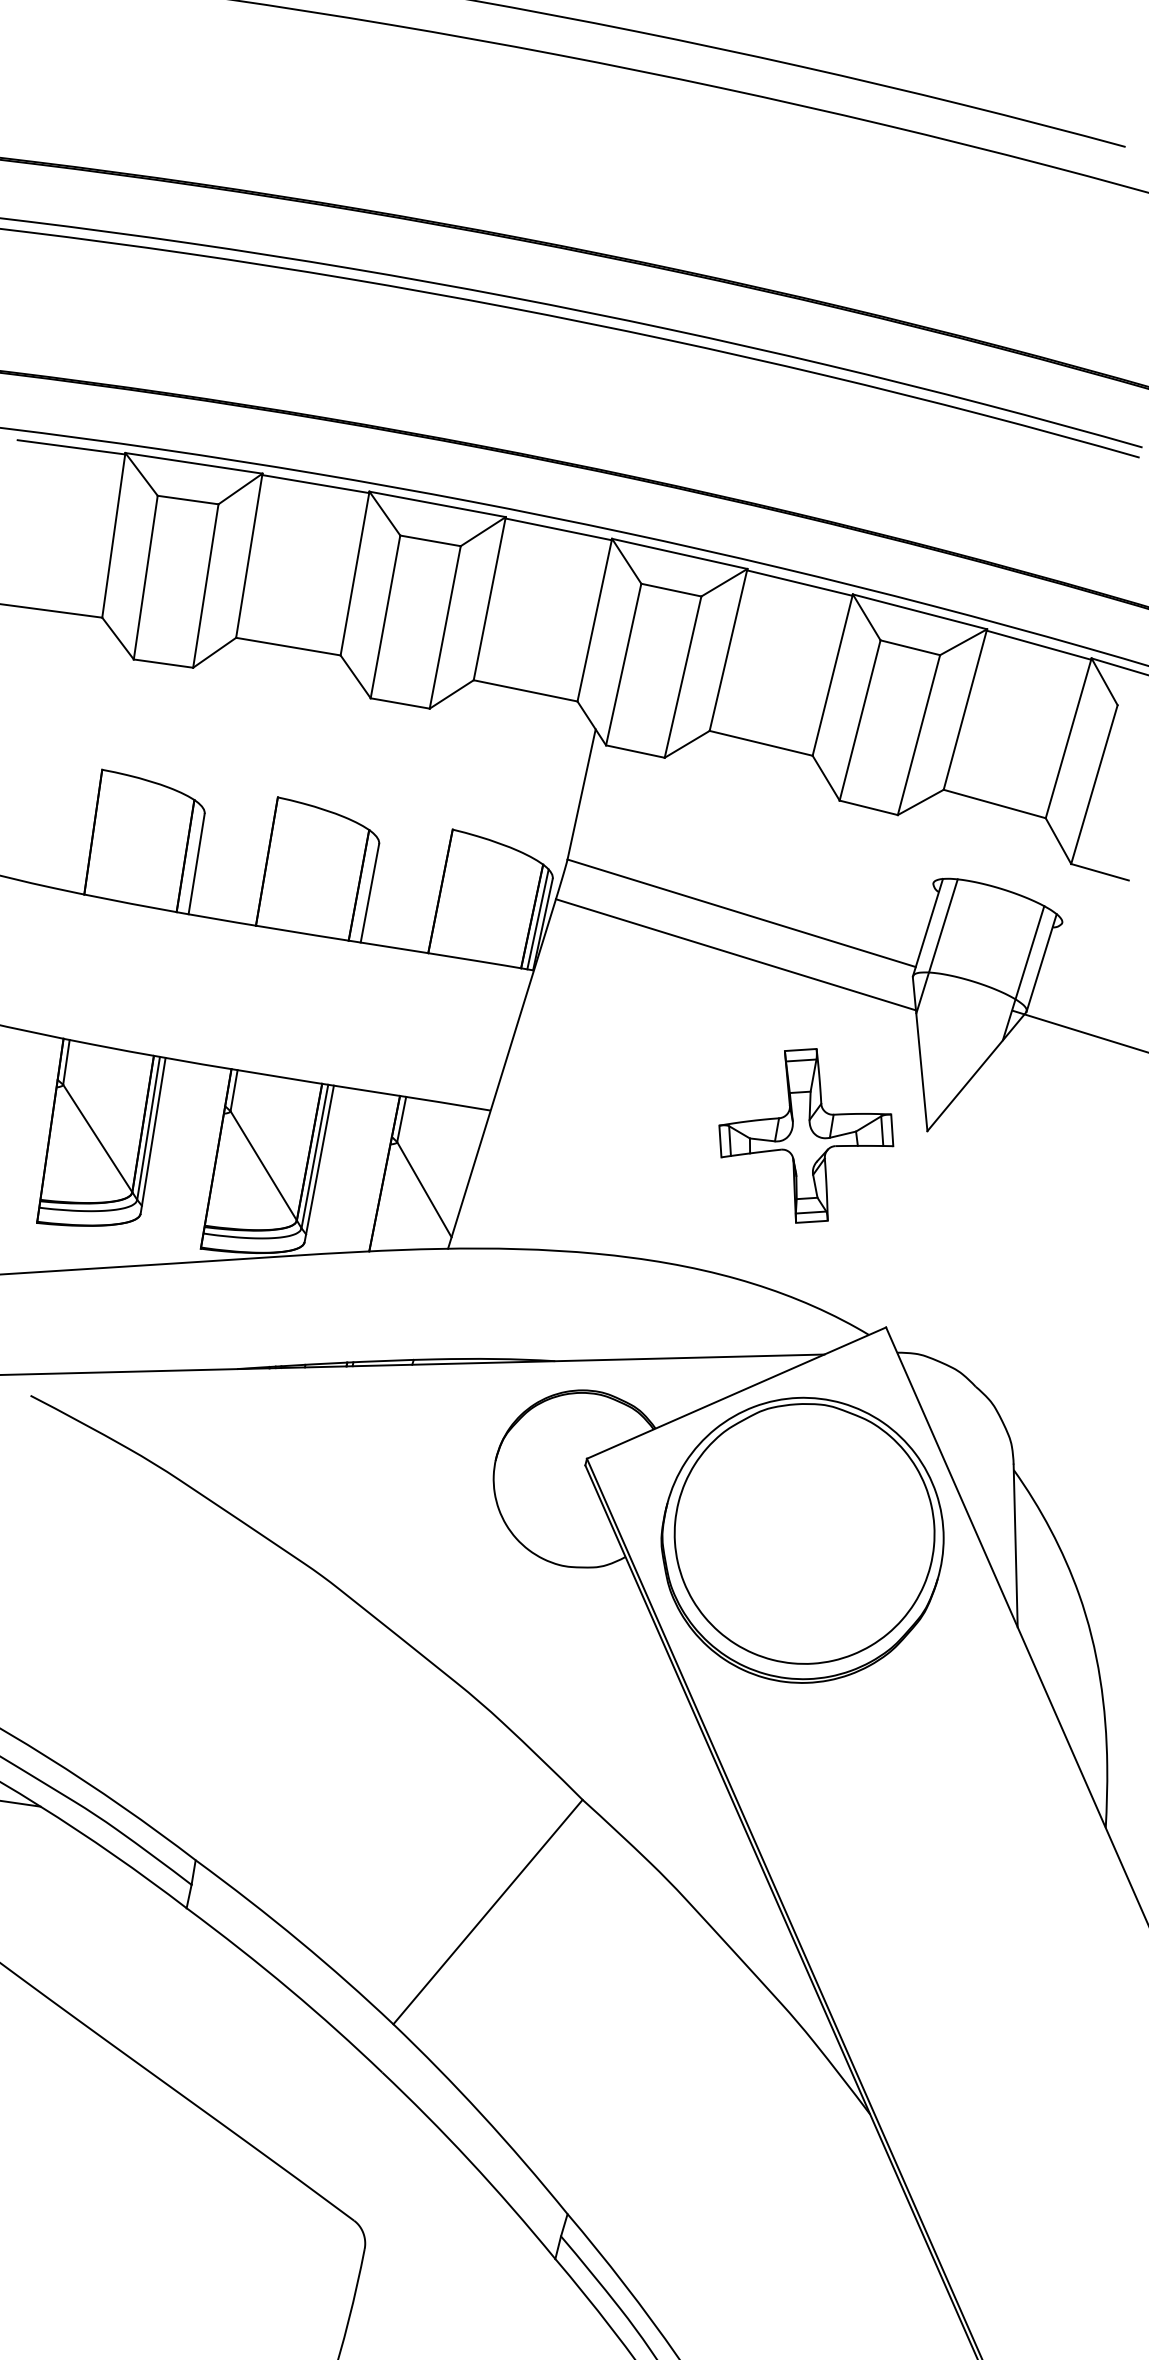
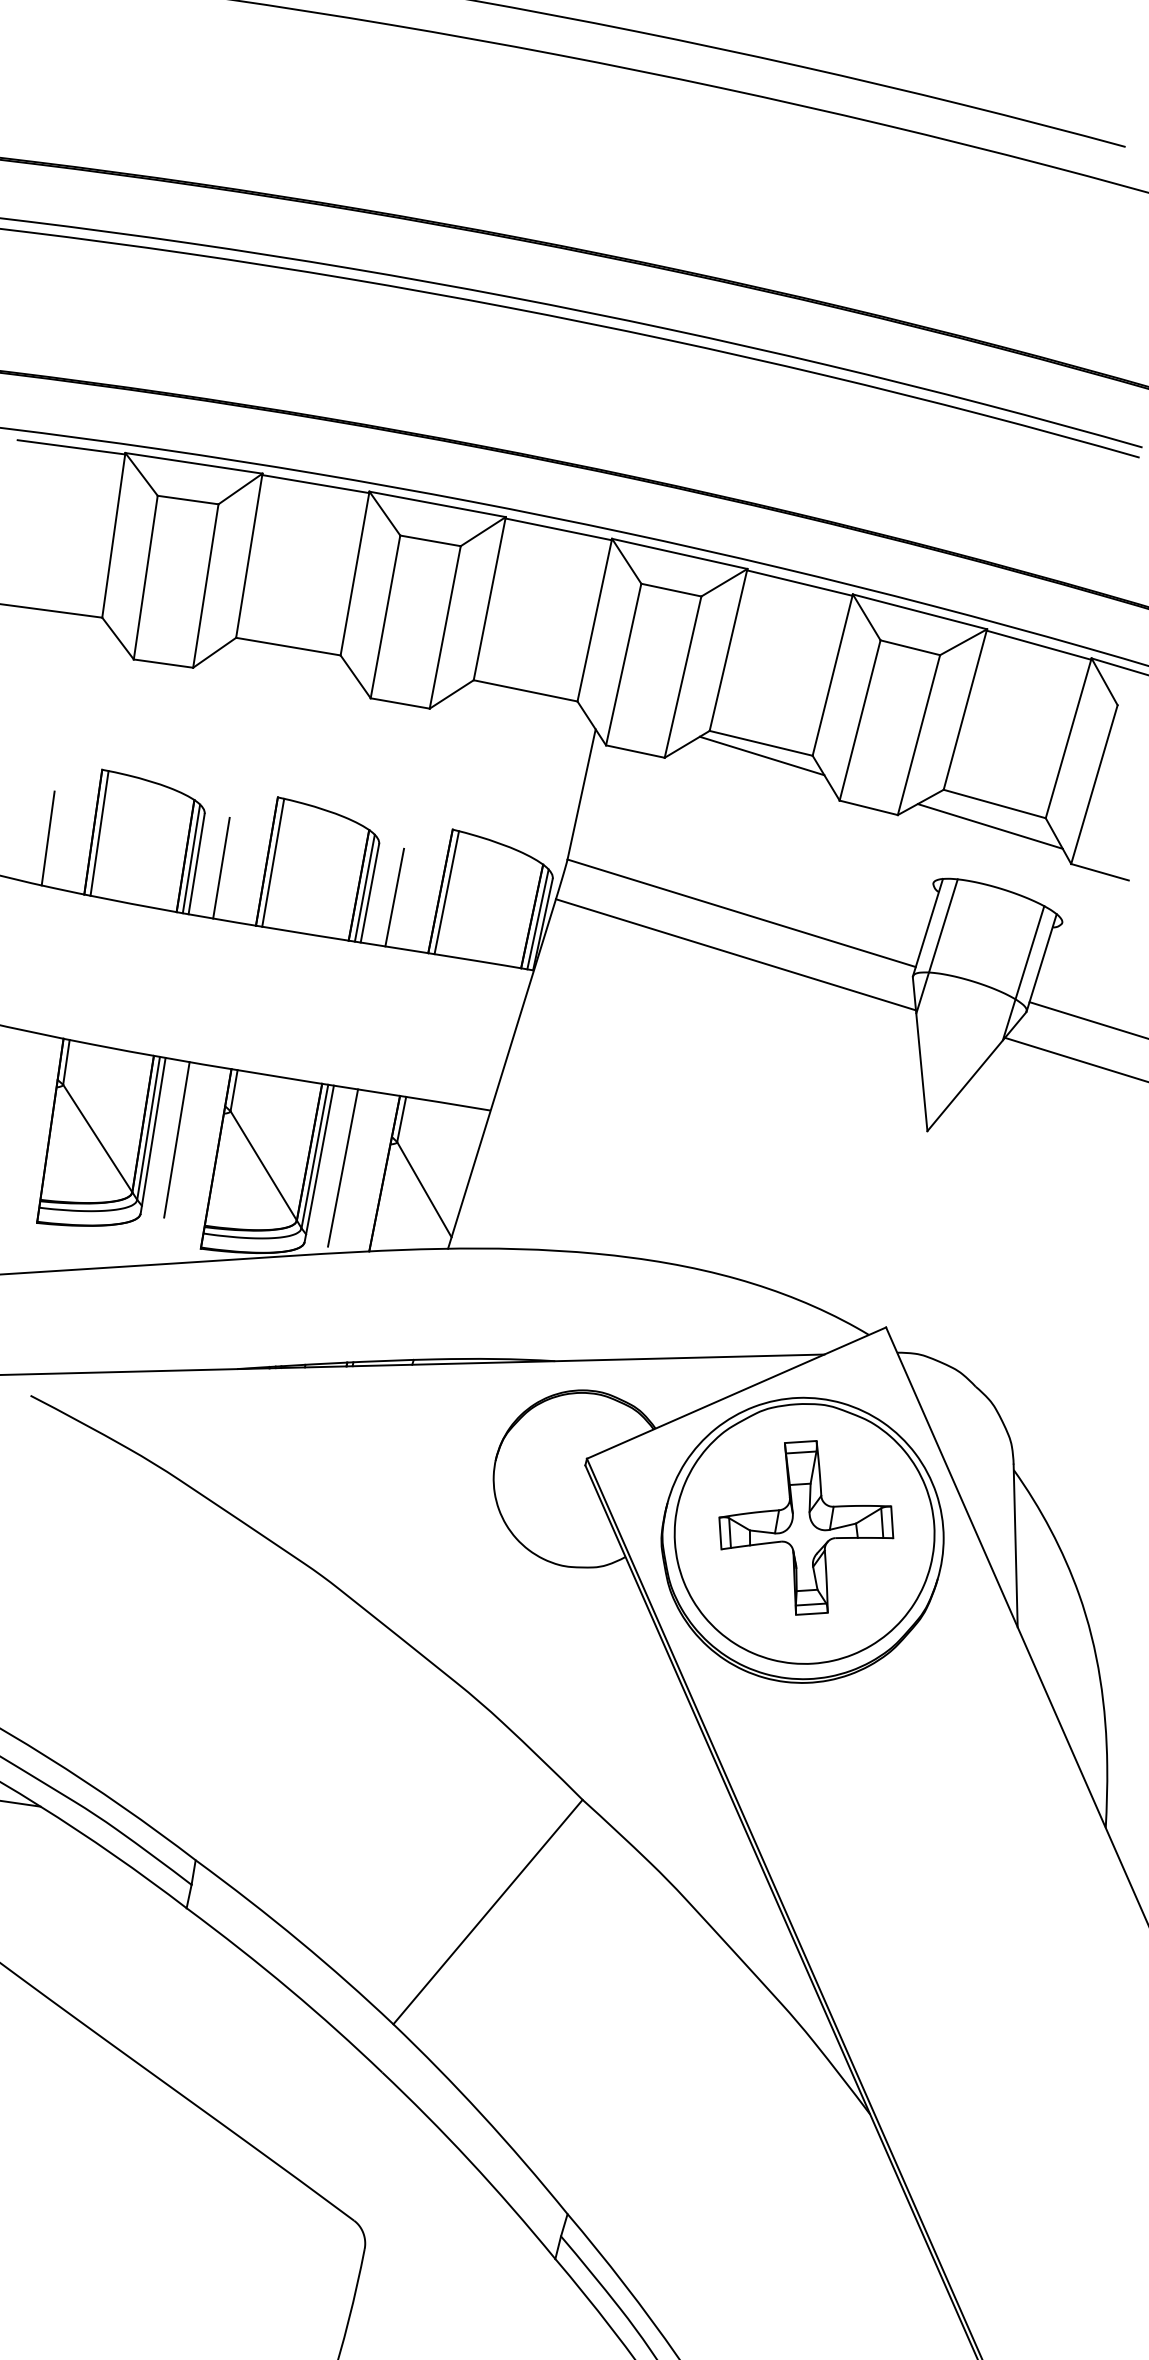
line at (761, 755): none -> present
line at (989, 826): none -> present
line at (99, 833): none -> present
line at (47, 838): none -> present
line at (191, 858): none -> present
line at (273, 862): none -> present
line at (221, 867): none -> present
line at (364, 887): none -> present
line at (446, 892): none -> present
line at (394, 897): none -> present
line at (1087, 1019): none -> present
line at (1079, 1030) position: (1079, 1030) -> (1075, 1059)
part at (806, 1135) position: (806, 1135) -> (806, 1527)
line at (176, 1139): none -> present
line at (343, 1167): none -> present
